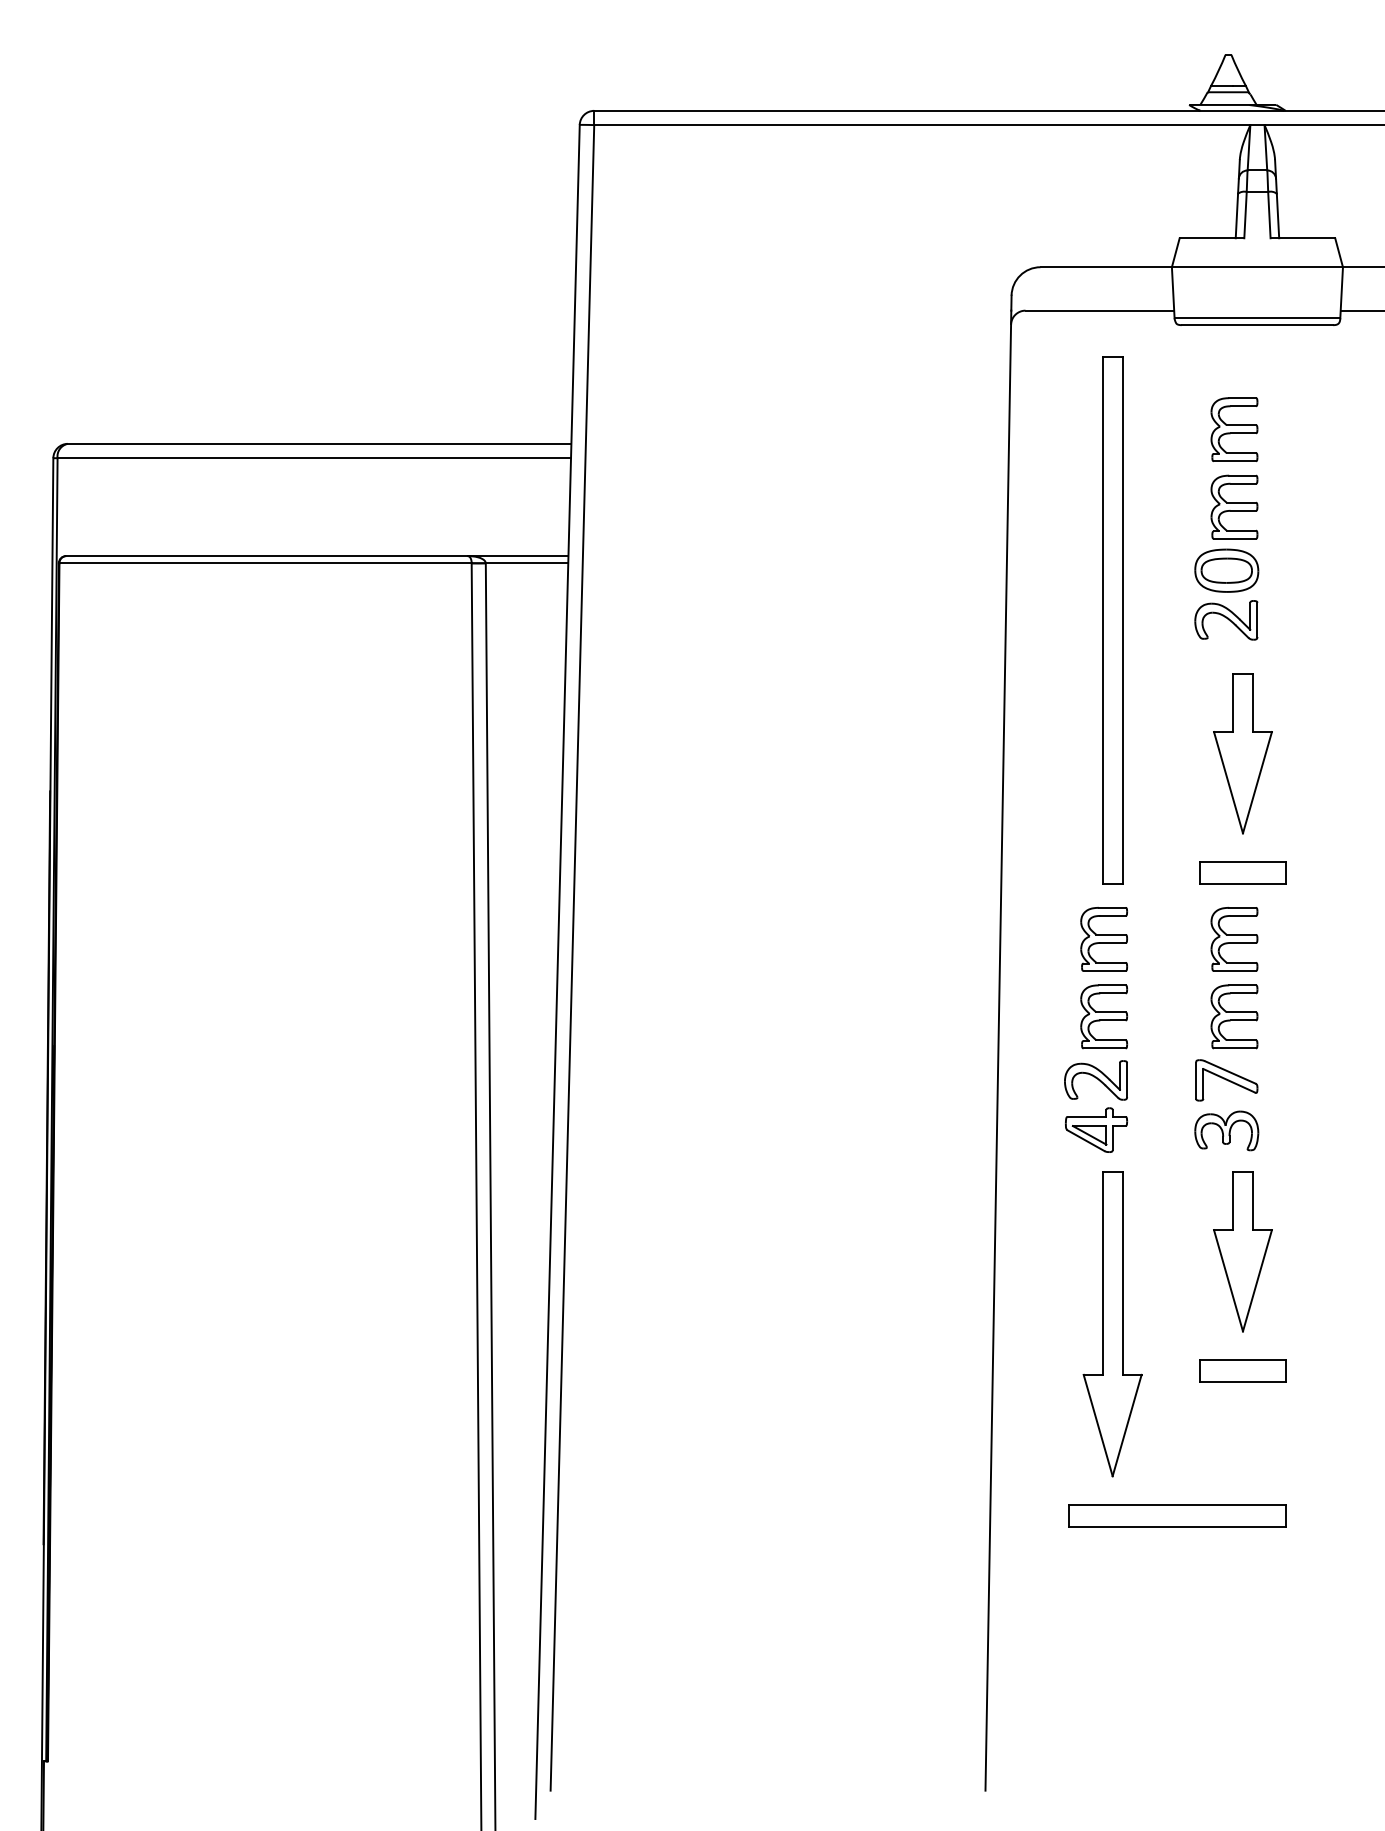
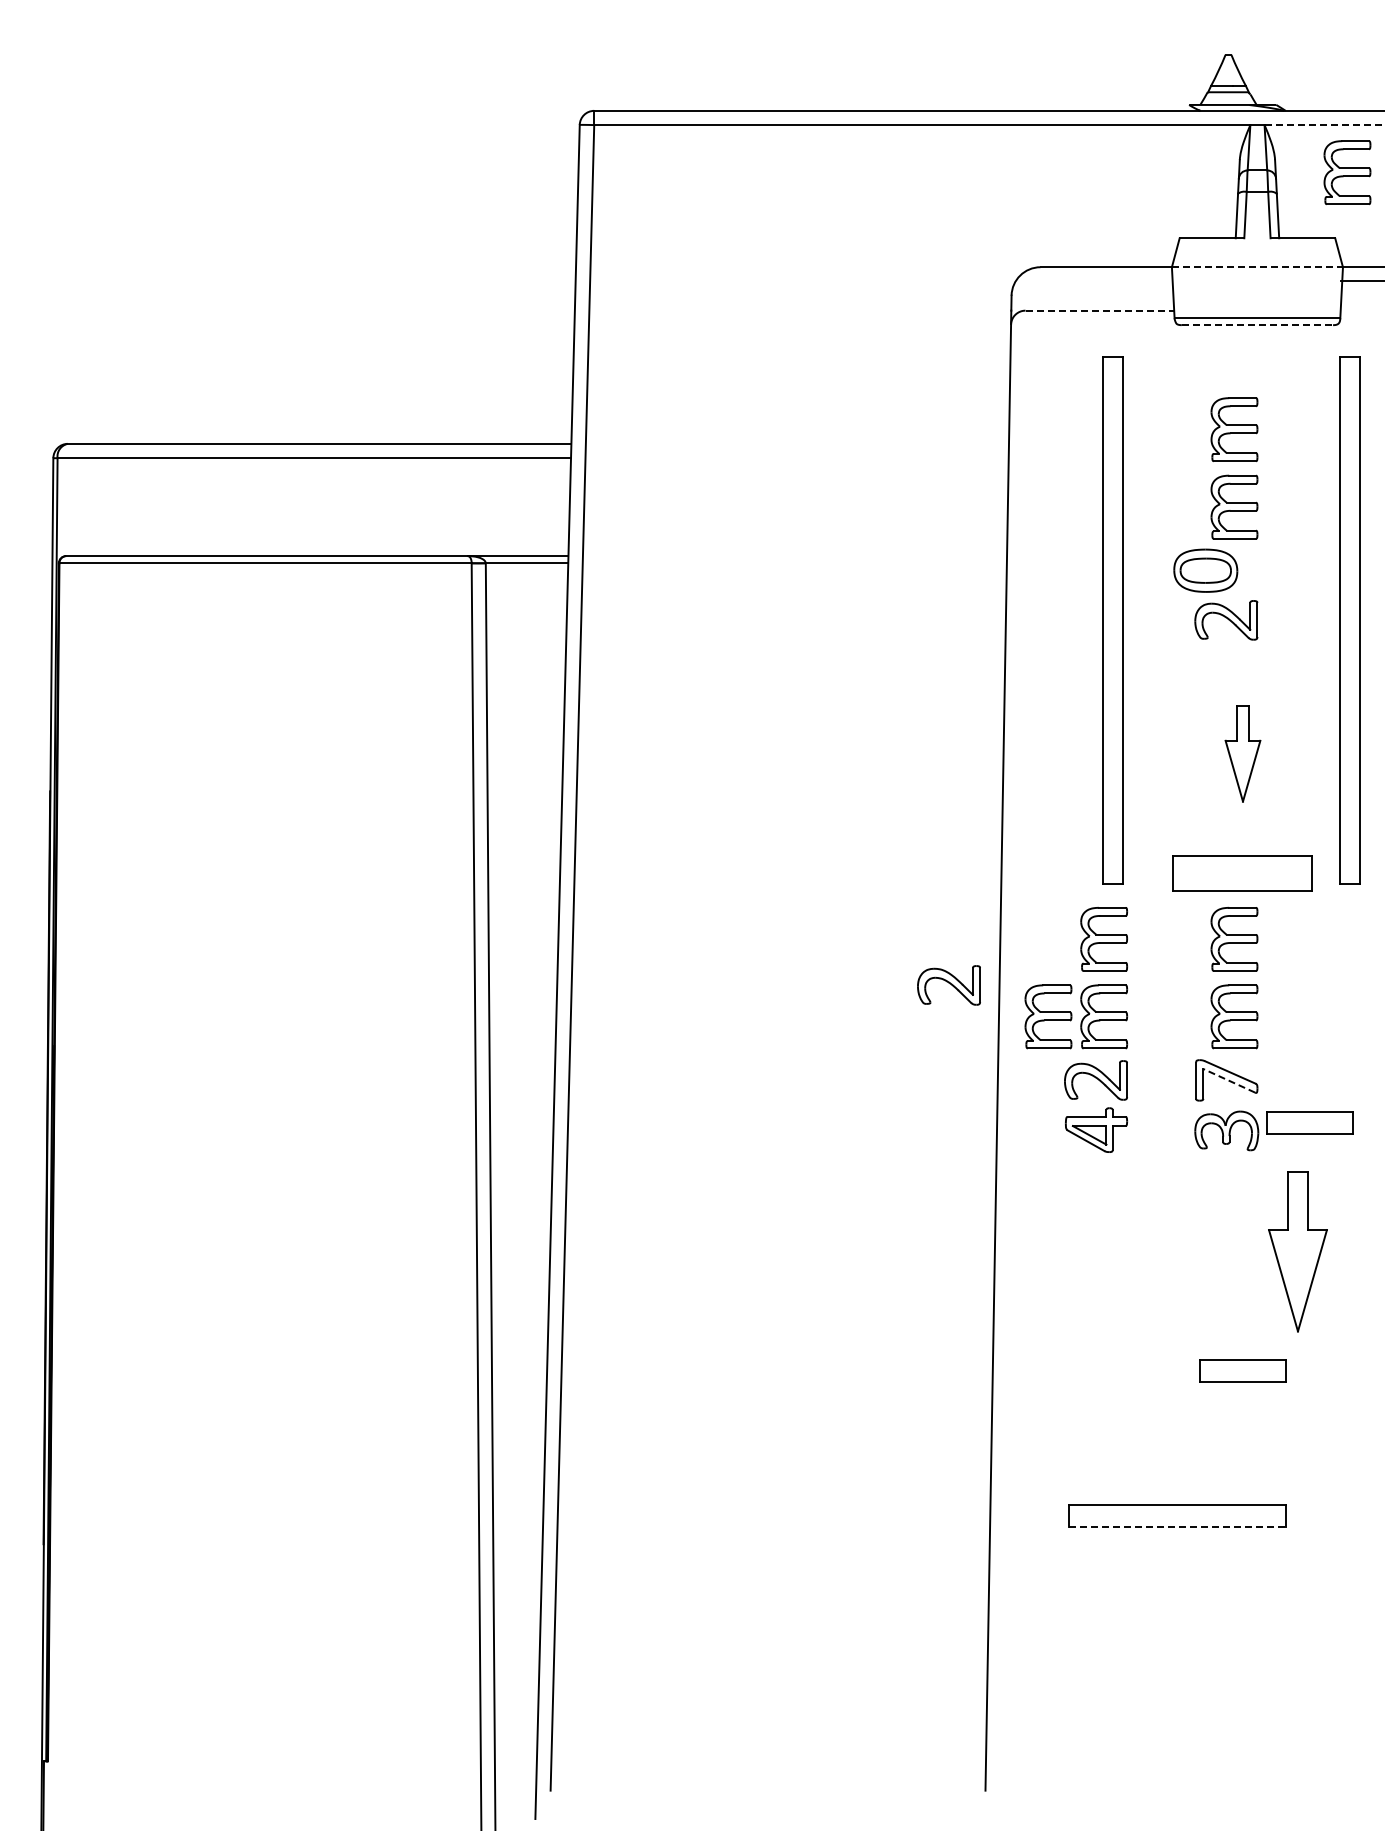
line at (1324, 125): solid -> dashed
part at (1347, 172): none -> present
line at (1257, 267): solid -> dashed
line at (1100, 310): solid -> dashed
line at (1360, 310) position: (1360, 310) -> (1360, 280)
line at (1257, 325): solid -> dashed
part at (1226, 570) position: (1226, 570) -> (1205, 570)
part at (1349, 620): none -> present
part at (1242, 753) size: 60x162 px -> 38x98 px
part at (1242, 872) size: 88x24 px -> 141x37 px
part at (948, 985): none -> present
part at (1048, 1016): none -> present
line at (1228, 1080): solid -> dashed
part at (1309, 1122): none -> present
part at (1242, 1251) position: (1242, 1251) -> (1297, 1251)
part at (1112, 1324): present -> none
line at (1177, 1526): solid -> dashed
